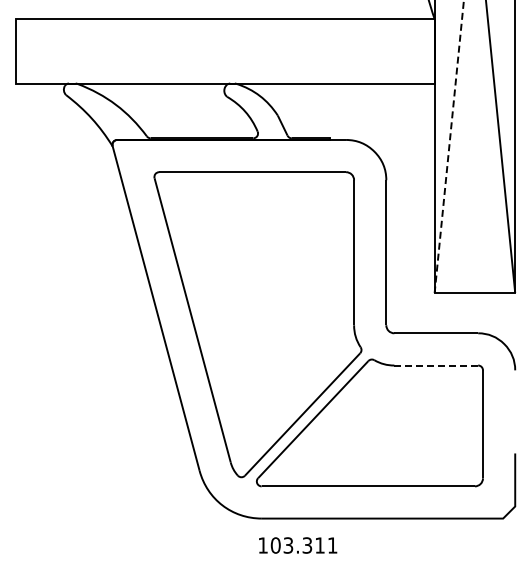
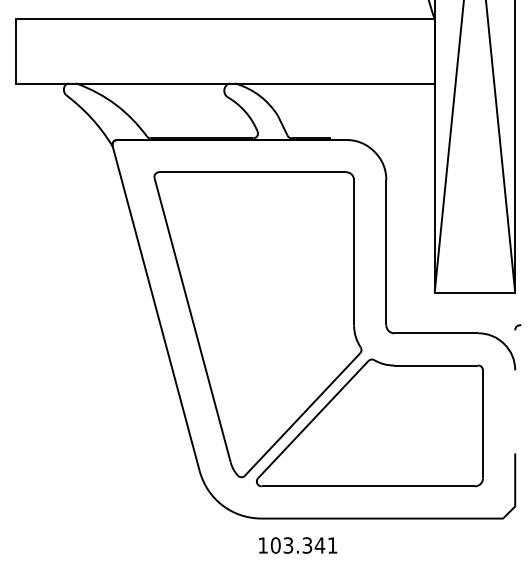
line at (449, 146): dashed -> solid
curve at (517, 327): none -> present
line at (436, 365): dashed -> solid
text at (319, 545): 103.311 -> 103.341
